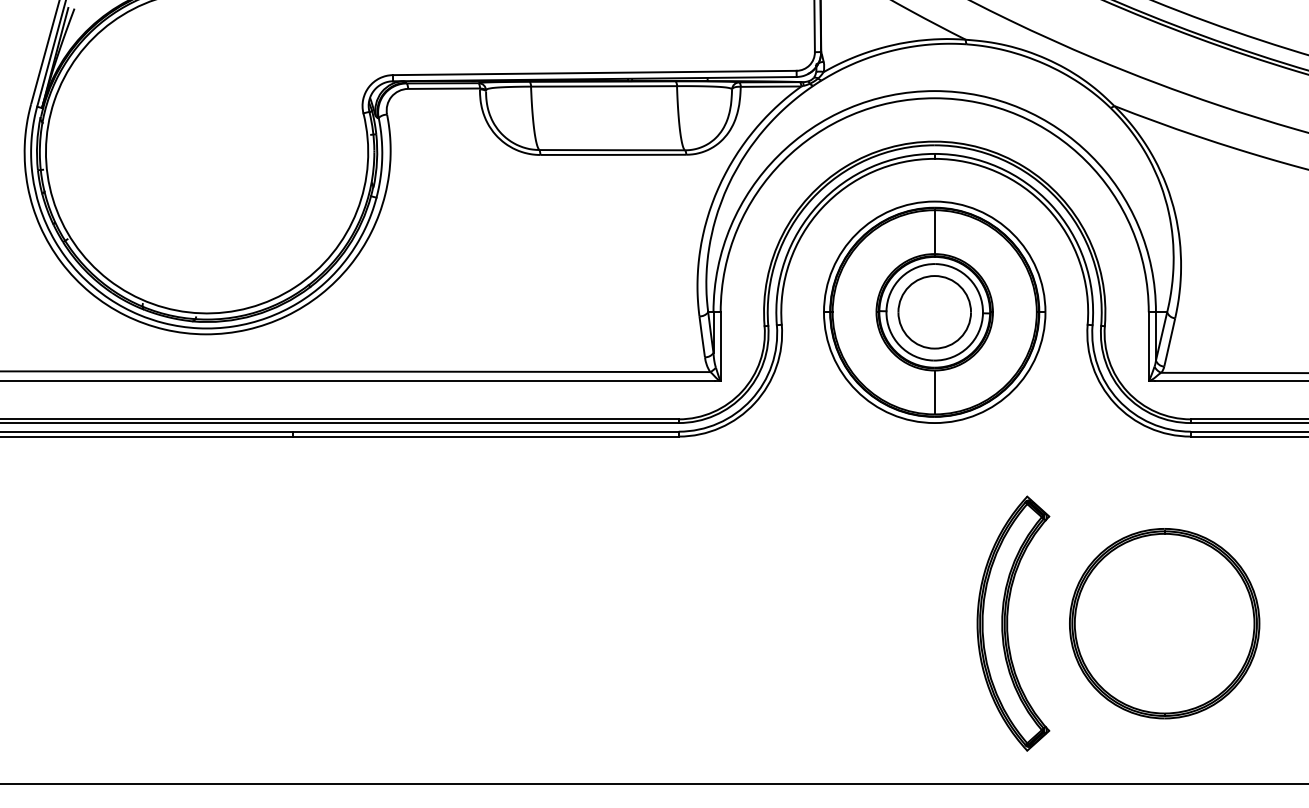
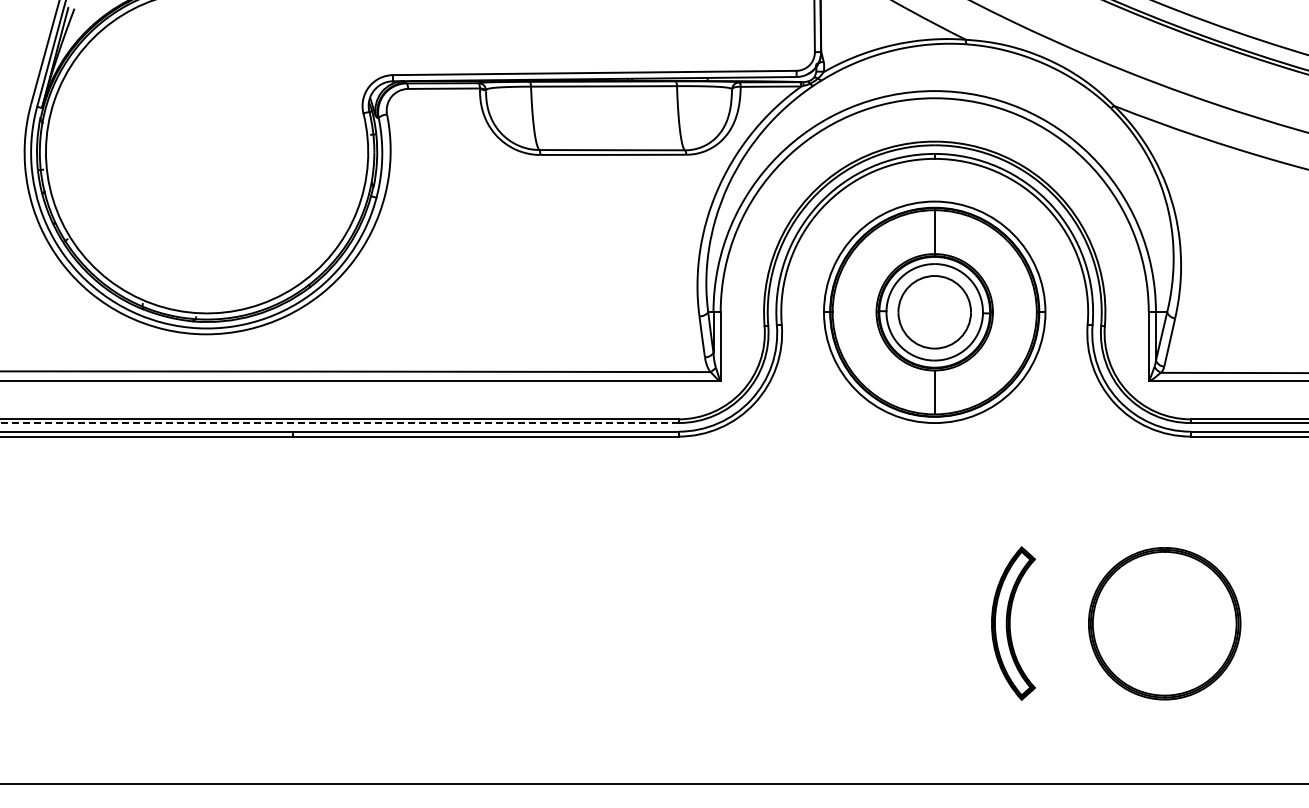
line at (338, 423): solid -> dashed
part at (1013, 623) size: 75x257 px -> 45x155 px
part at (1164, 623) size: 192x192 px -> 154x154 px
